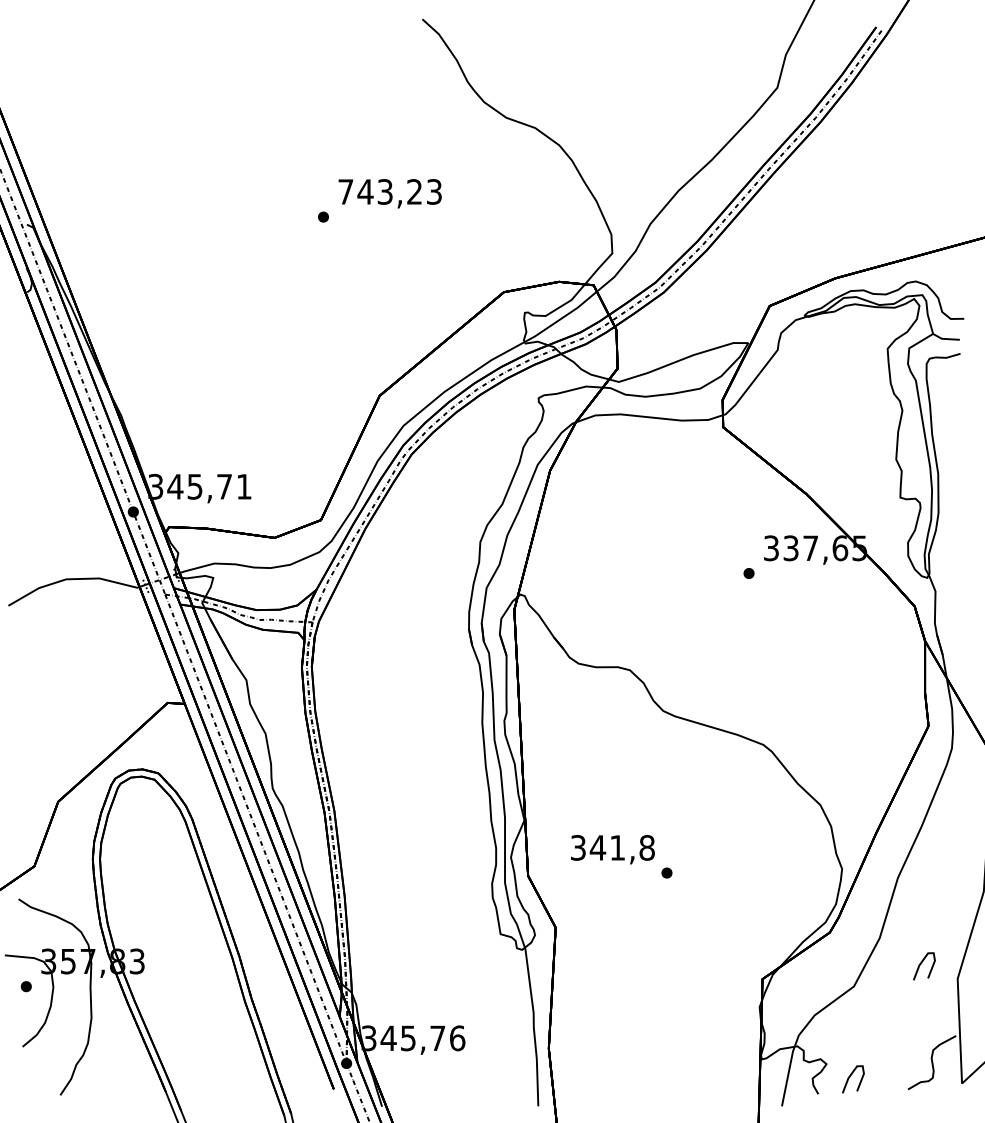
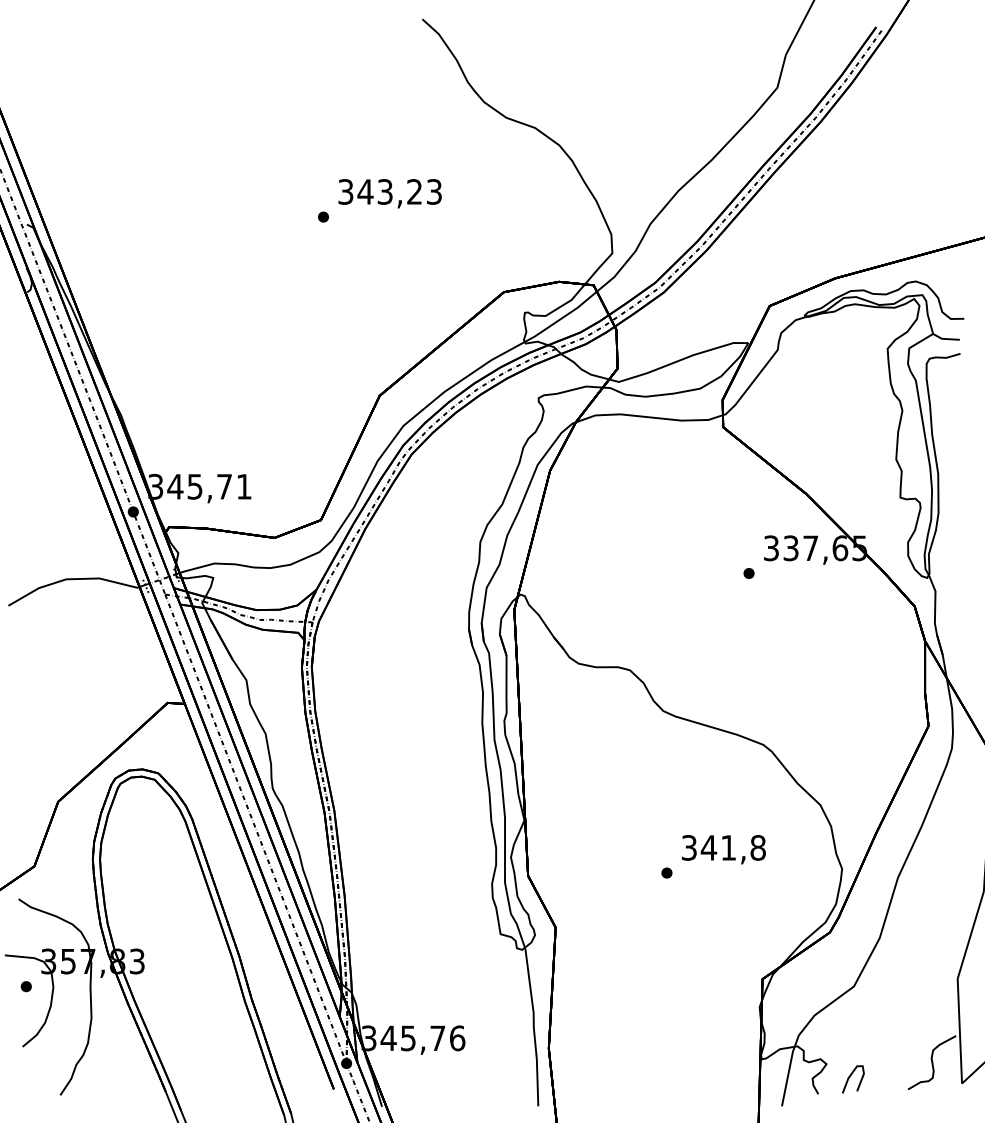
text at (345, 191): 743,23 -> 343,23
text at (612, 849) position: (612, 849) -> (723, 849)
curve at (921, 964): present -> none
